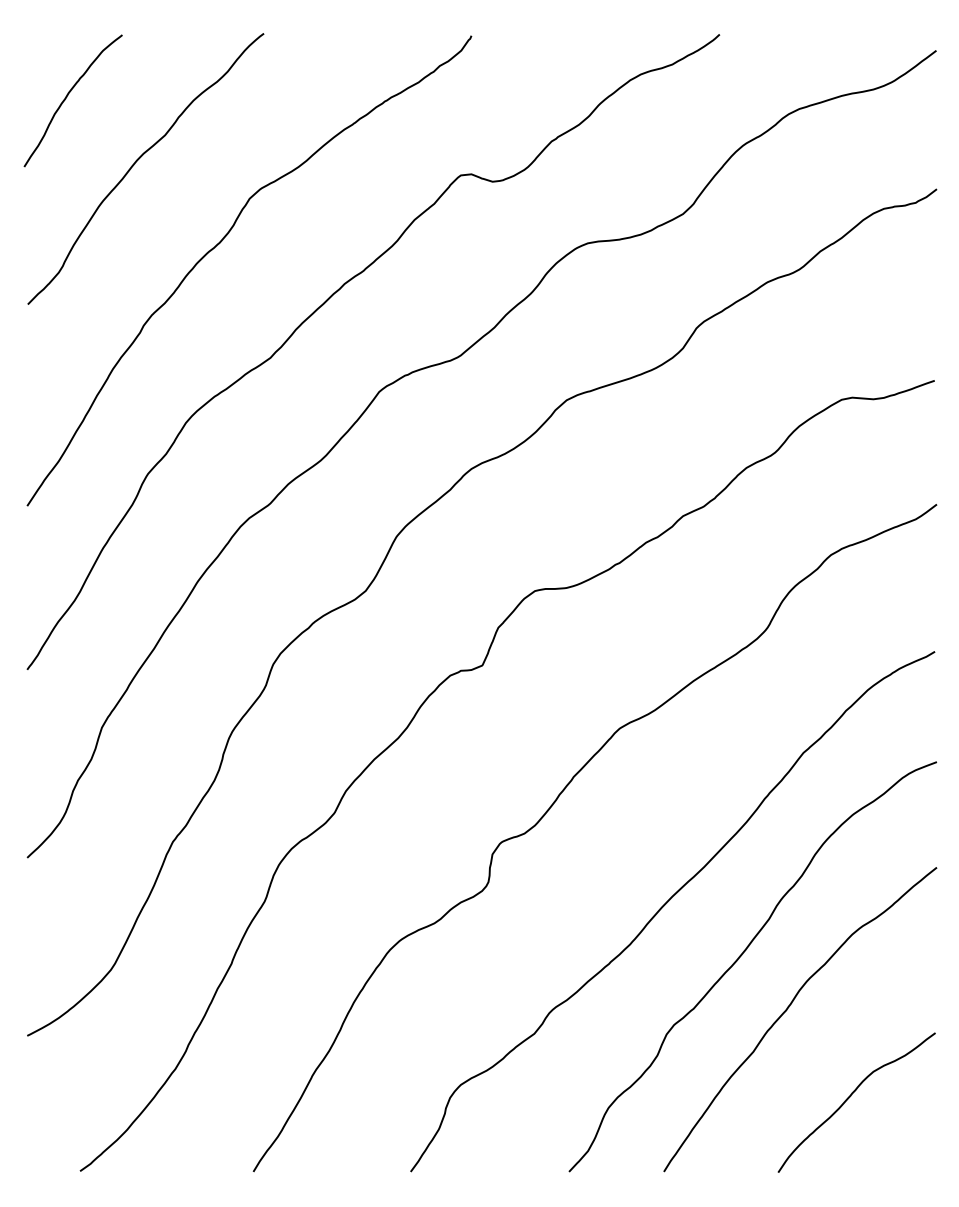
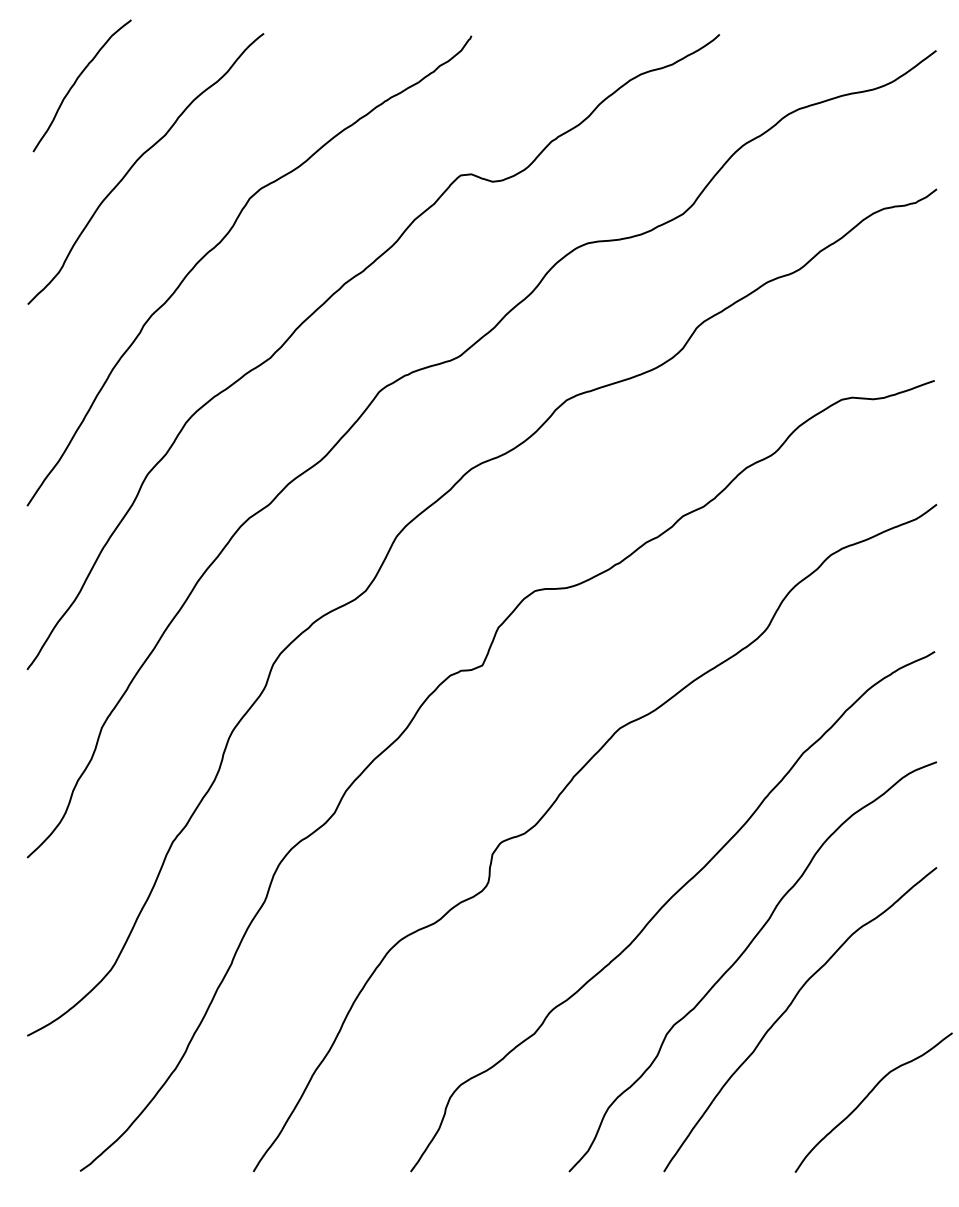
curve at (67, 97) position: (67, 97) -> (76, 82)
curve at (851, 1096) position: (851, 1096) -> (868, 1096)
